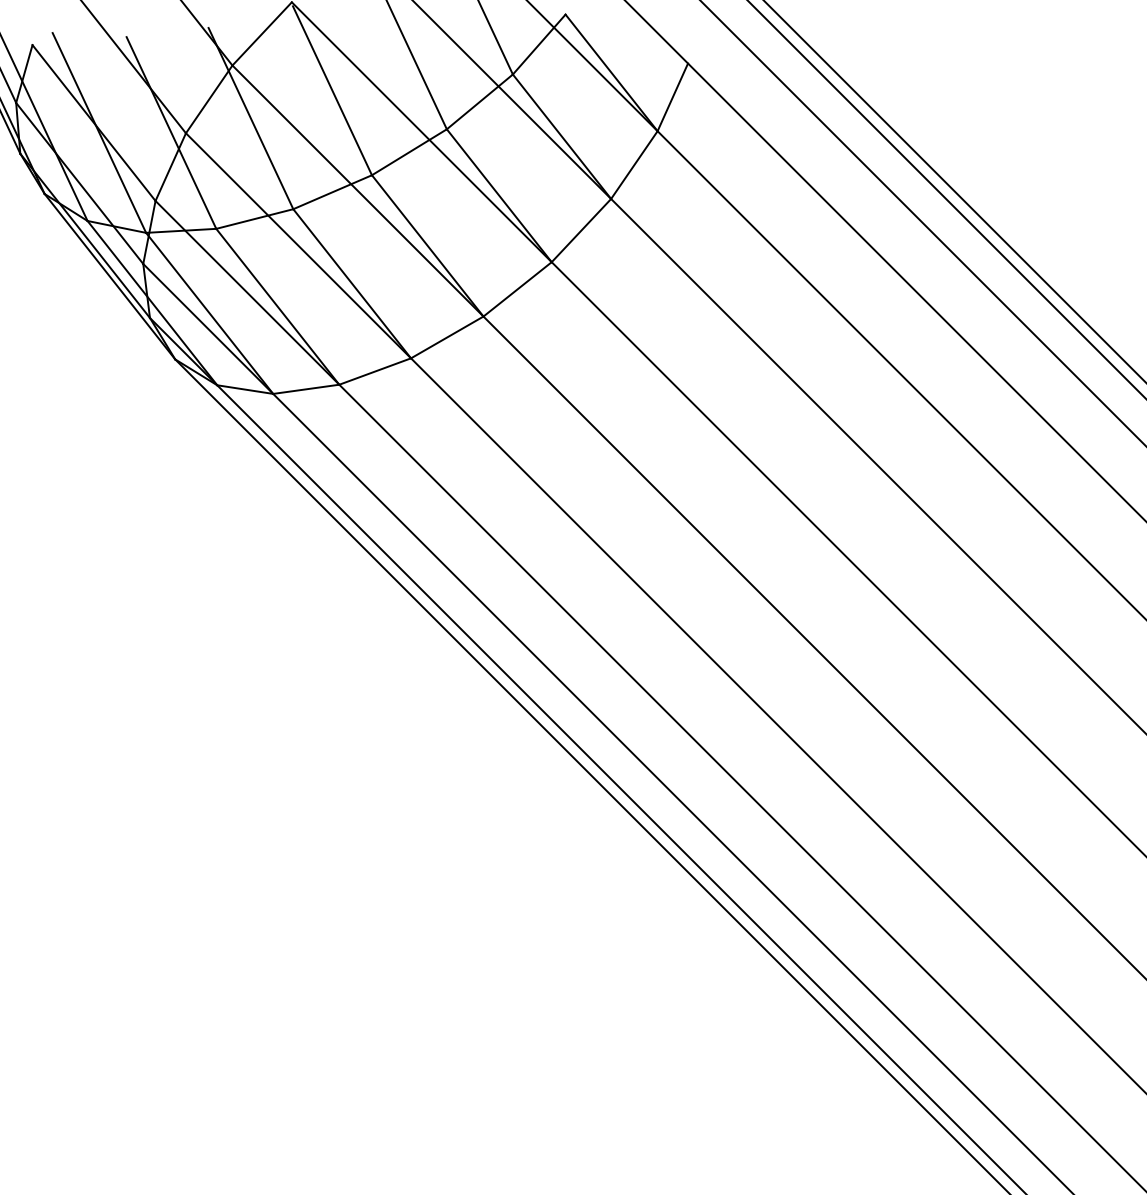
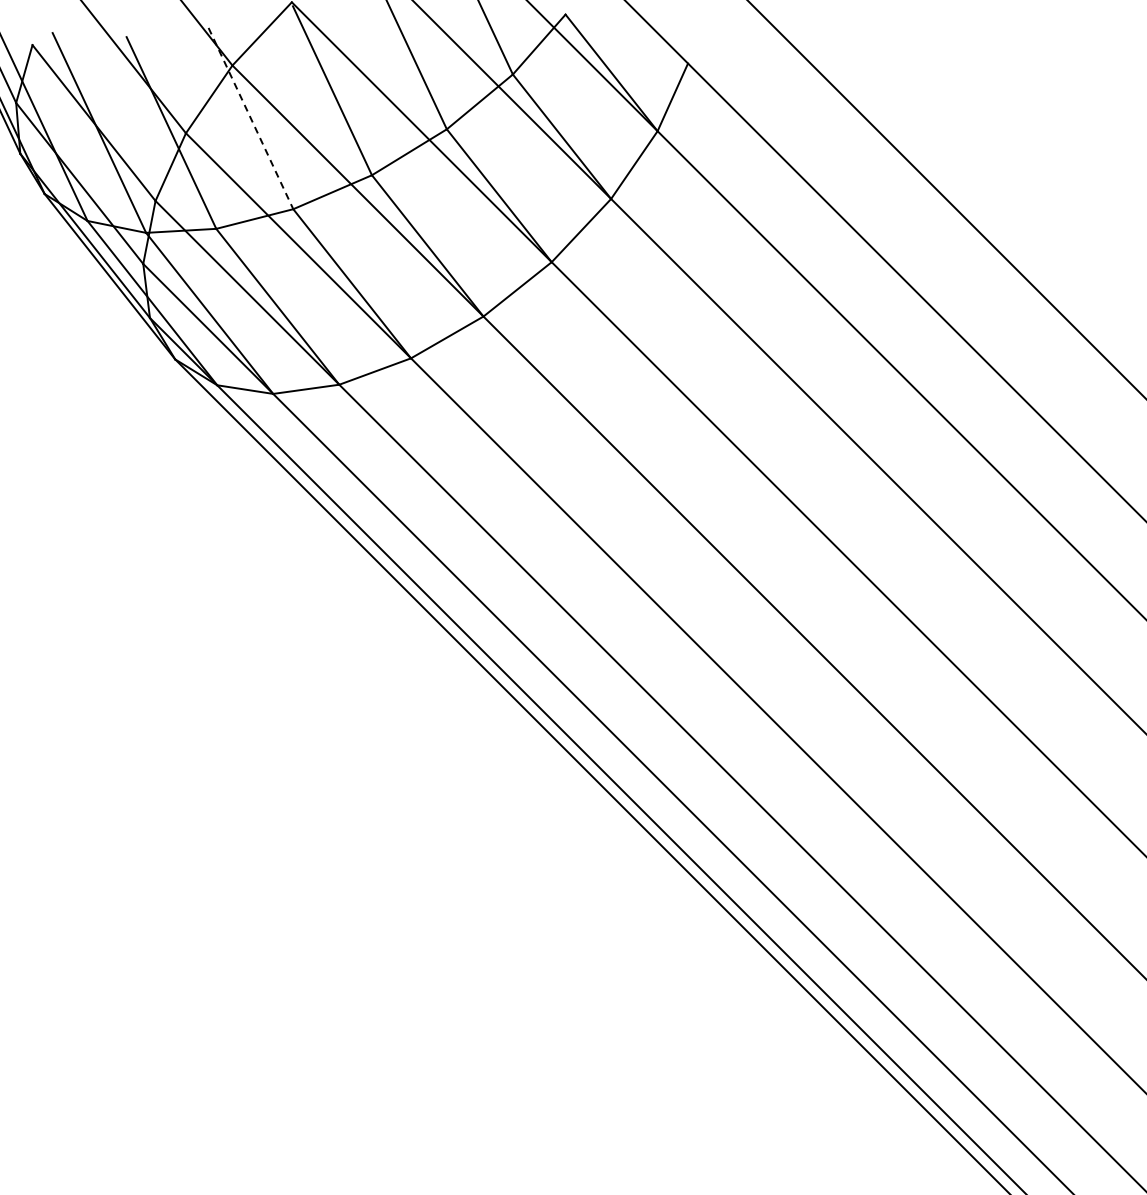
line at (251, 119): solid -> dashed
line at (954, 191): present -> none
line at (922, 222): present -> none
